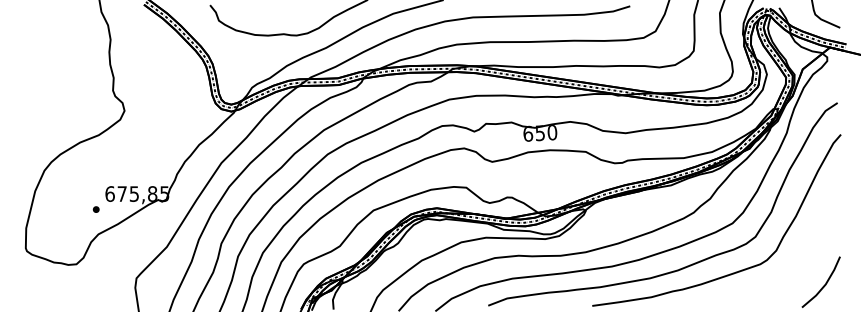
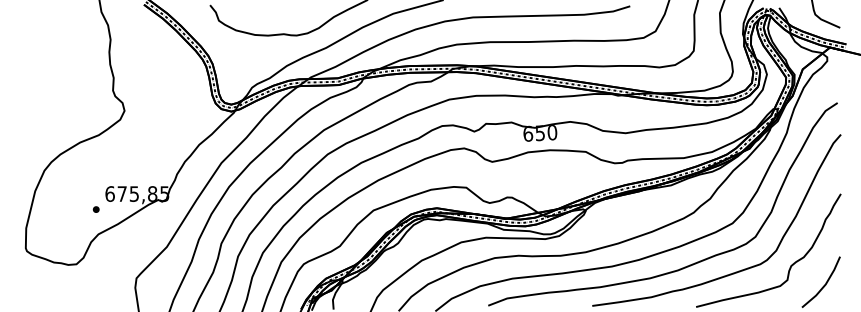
curve at (790, 265): none -> present
